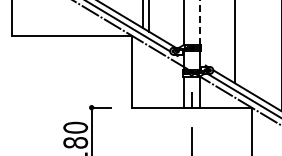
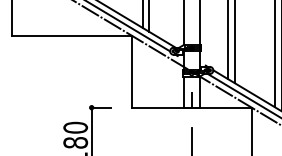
line at (199, 22): dashed -> solid
line at (227, 40): none -> present
line at (274, 54): none -> present
